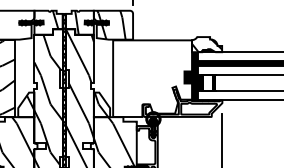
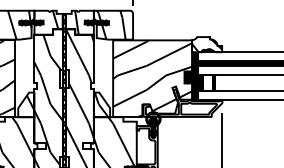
hatch at (19, 24): none -> present
hatch at (152, 78): none -> present
